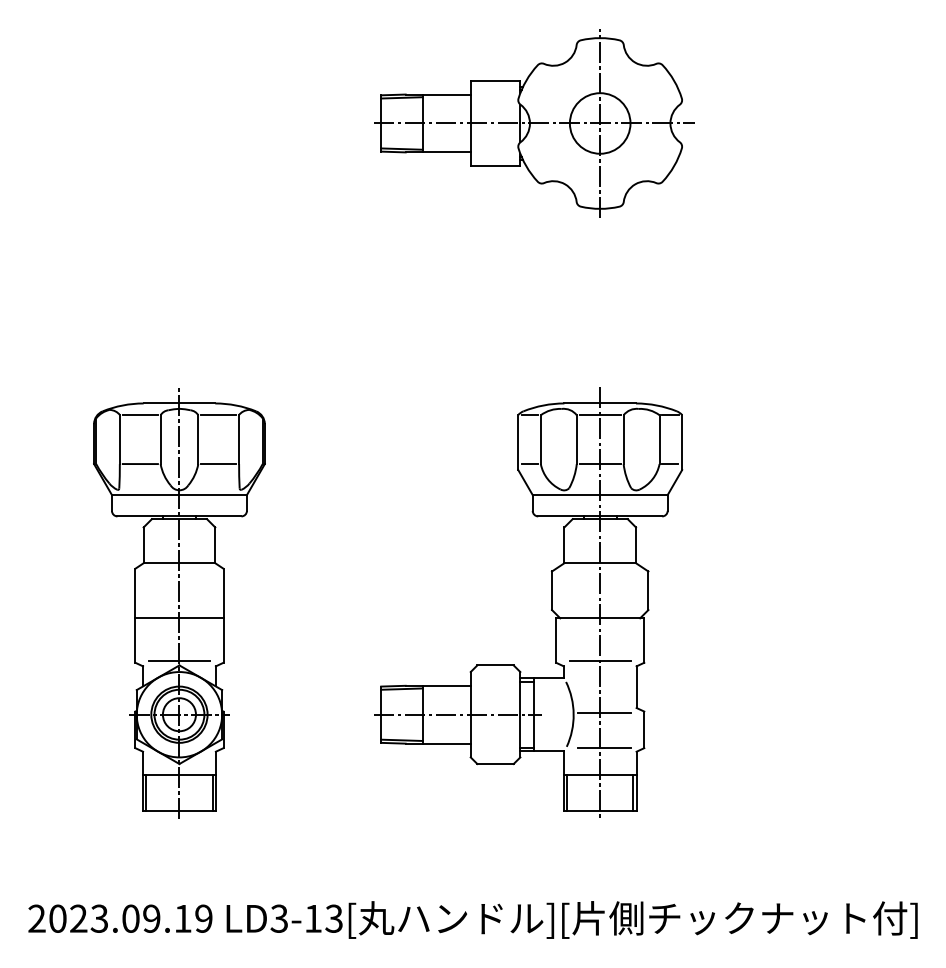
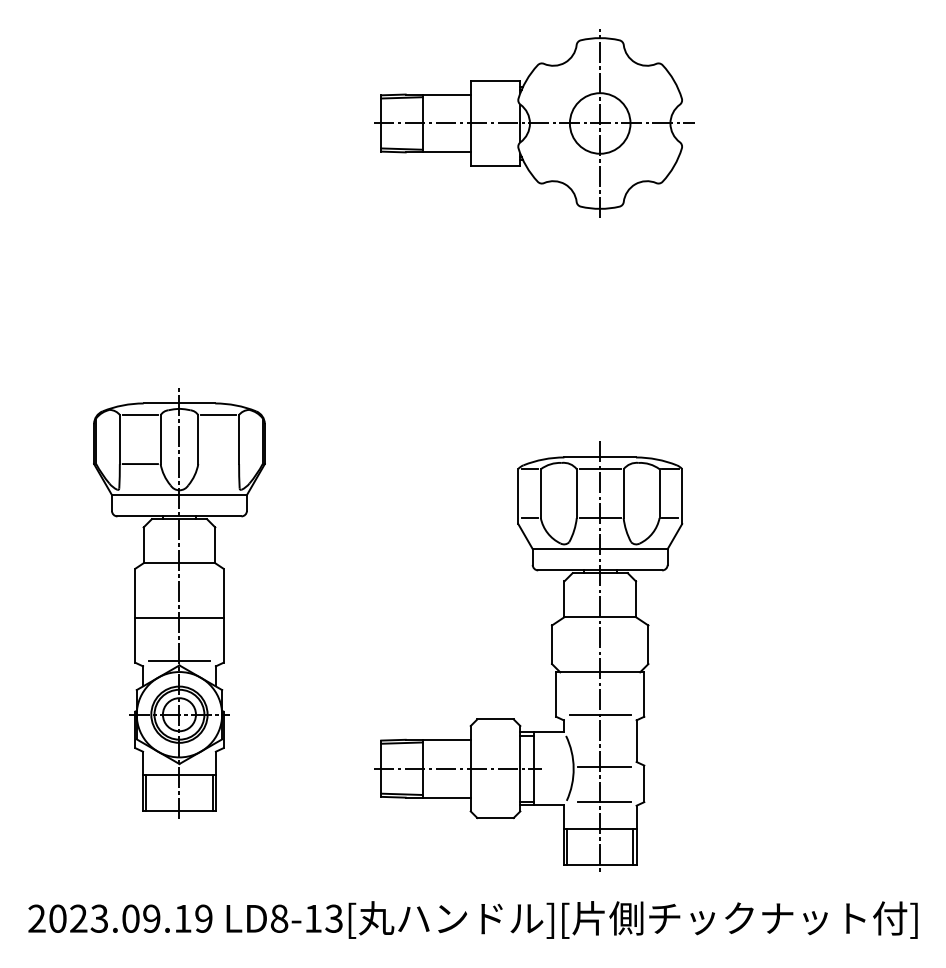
line at (218, 464): present -> none
part at (551, 602) position: (551, 602) -> (551, 656)
text at (279, 918): LD3-13[ -> LD8-13[
